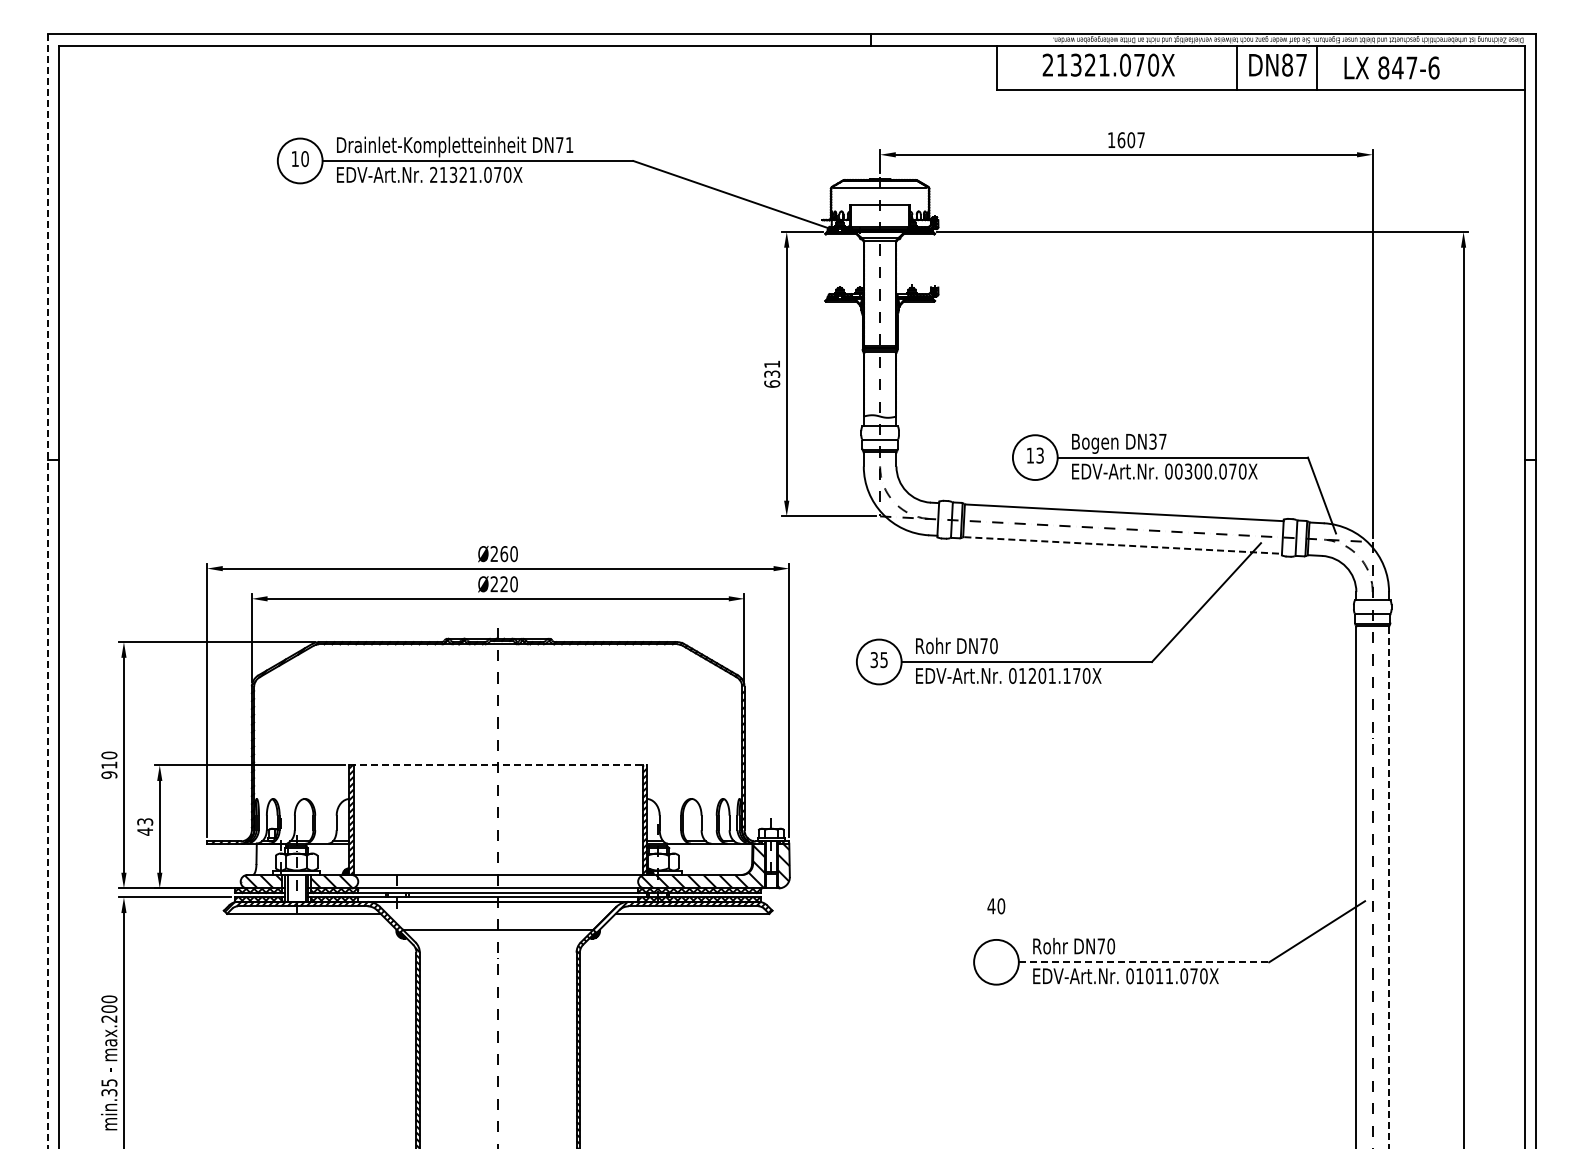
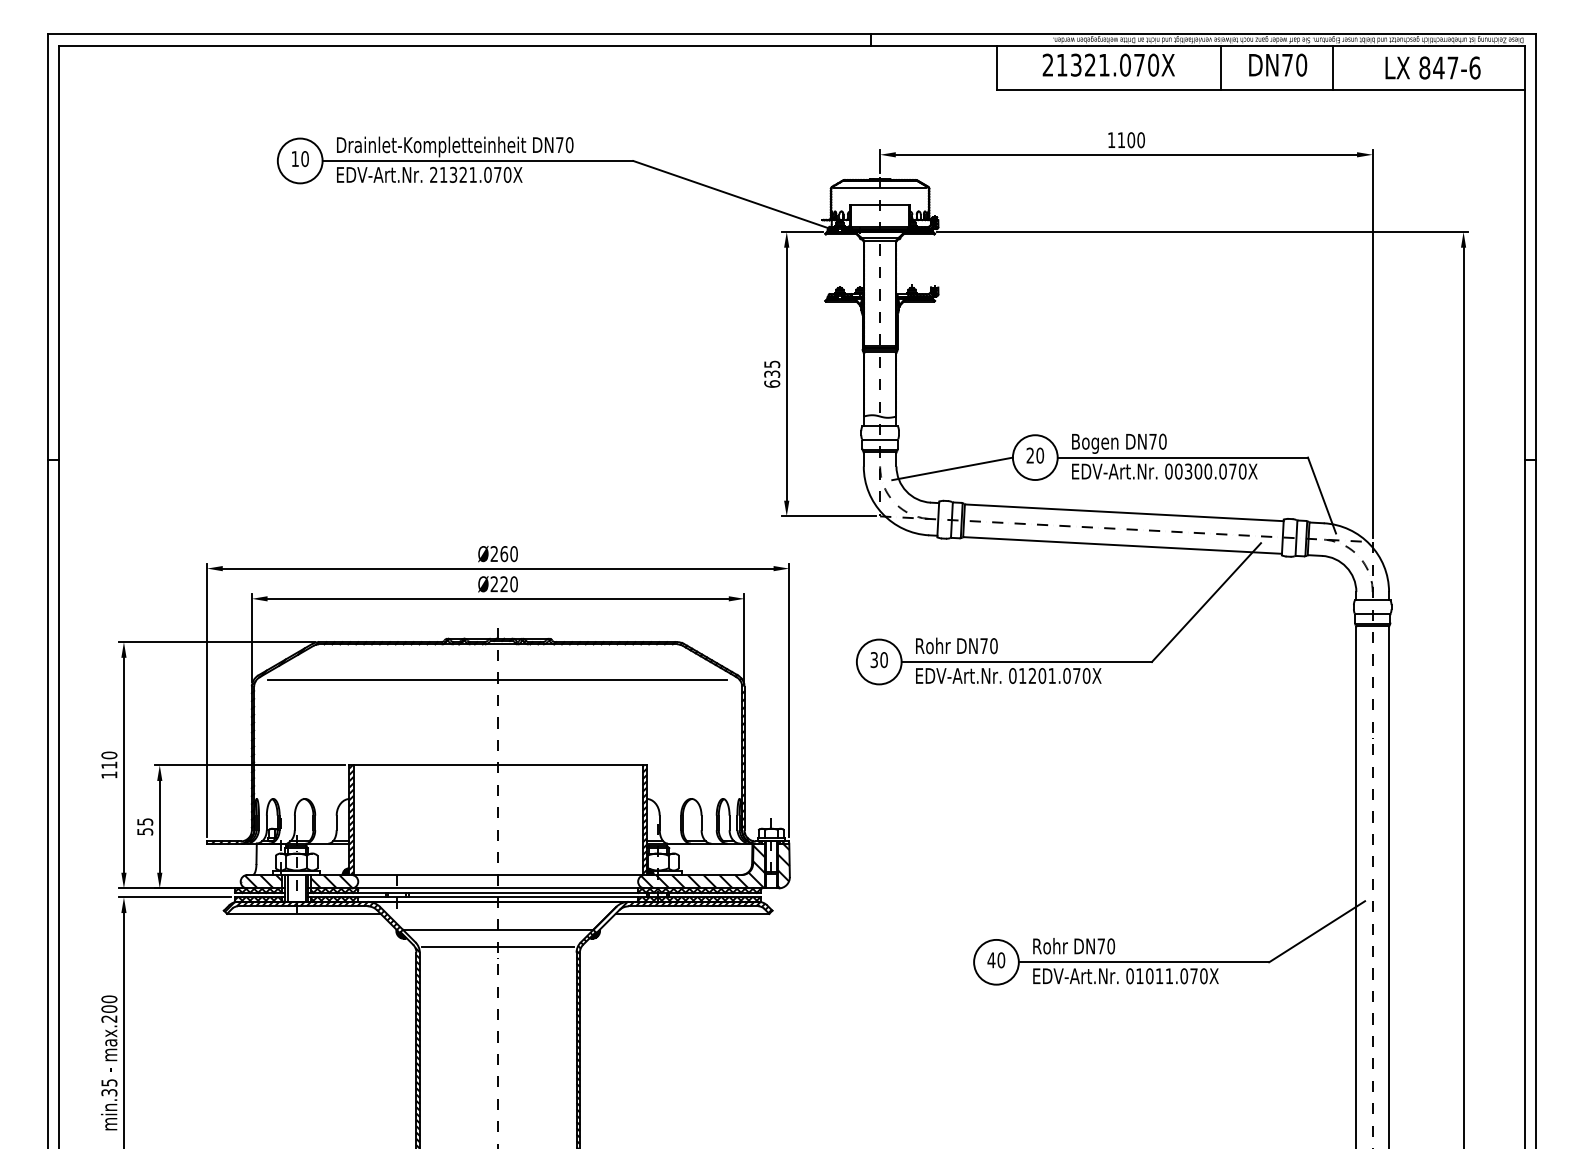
text at (1294, 64): DN87 -> DN70
line at (1236, 67) position: (1236, 67) -> (1220, 67)
line at (1316, 67) position: (1316, 67) -> (1332, 67)
text at (1391, 67) position: (1391, 67) -> (1432, 67)
text at (1130, 140): 1607 -> 1100
text at (569, 145): DN71 -> DN70
text at (772, 364): 631 -> 635
text at (1157, 441): DN37 -> DN70
text at (1035, 455): 13 -> 20
line at (952, 468): none -> present
line at (1123, 545): dashed -> solid
line at (47, 591): dashed -> solid
text at (883, 660): 35 -> 30
text at (1066, 675): 01201.170X -> 01201.070X
line at (497, 680): none -> present
line at (498, 765): dashed -> solid
text at (109, 774): 910 -> 110
text at (145, 826): 43 -> 55
line at (1389, 888): dashed -> solid
text at (996, 906) position: (996, 906) -> (996, 960)
line at (498, 947): none -> present
line at (1144, 962): dashed -> solid
